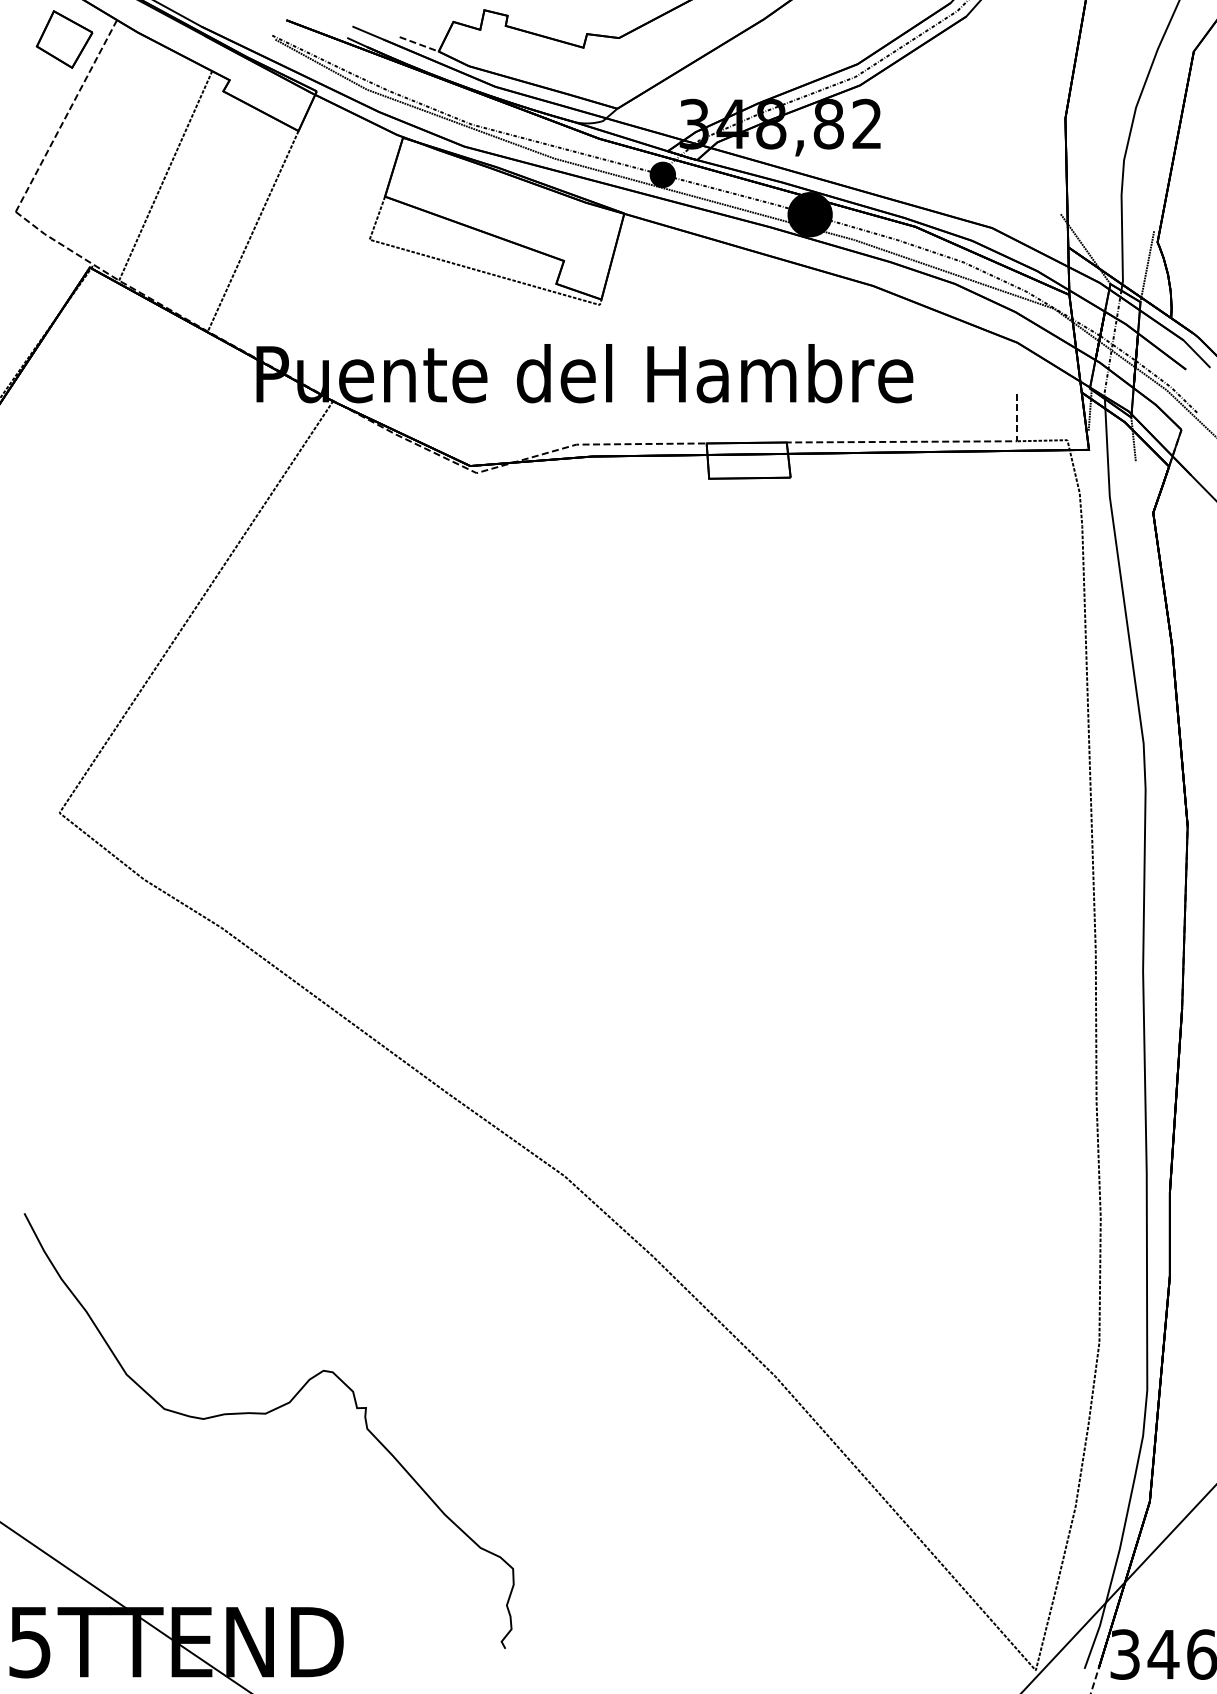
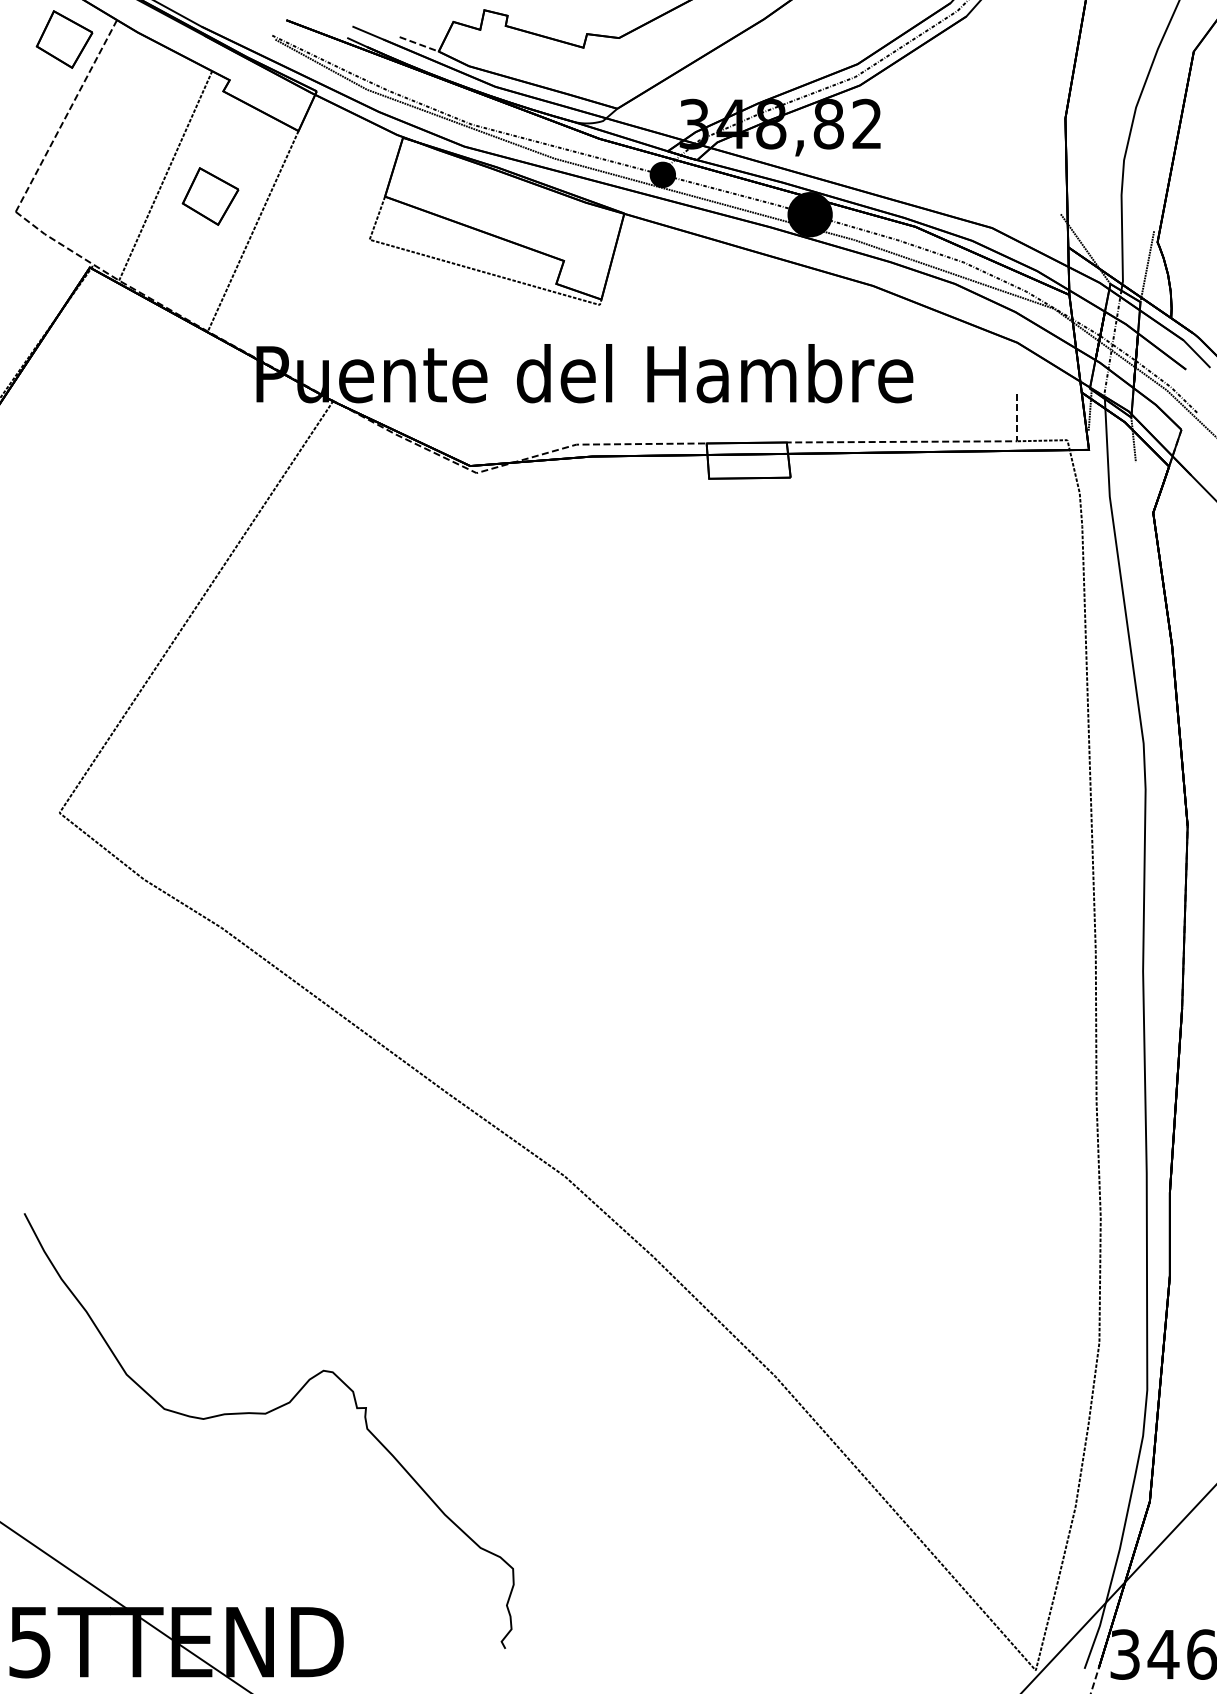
part at (210, 196): none -> present
